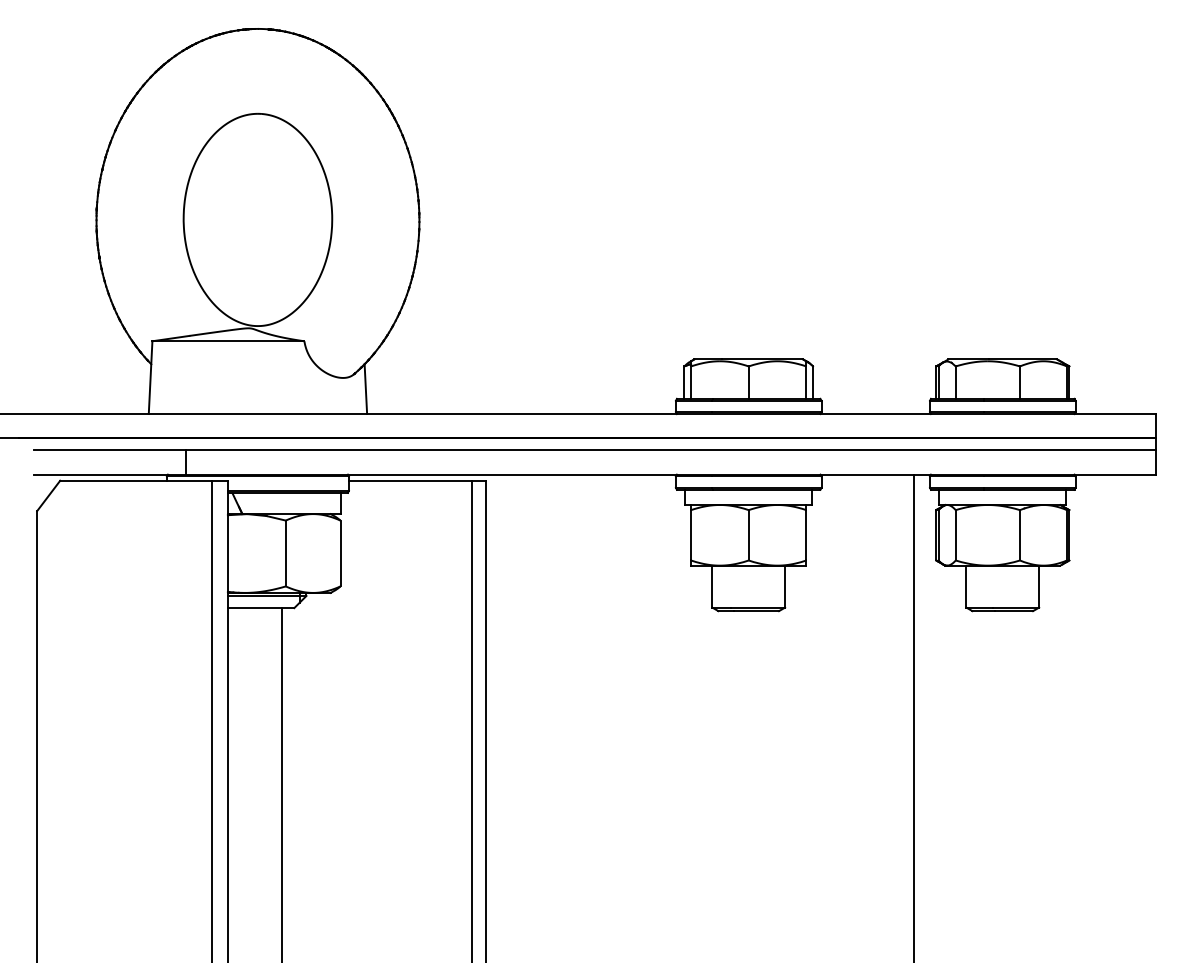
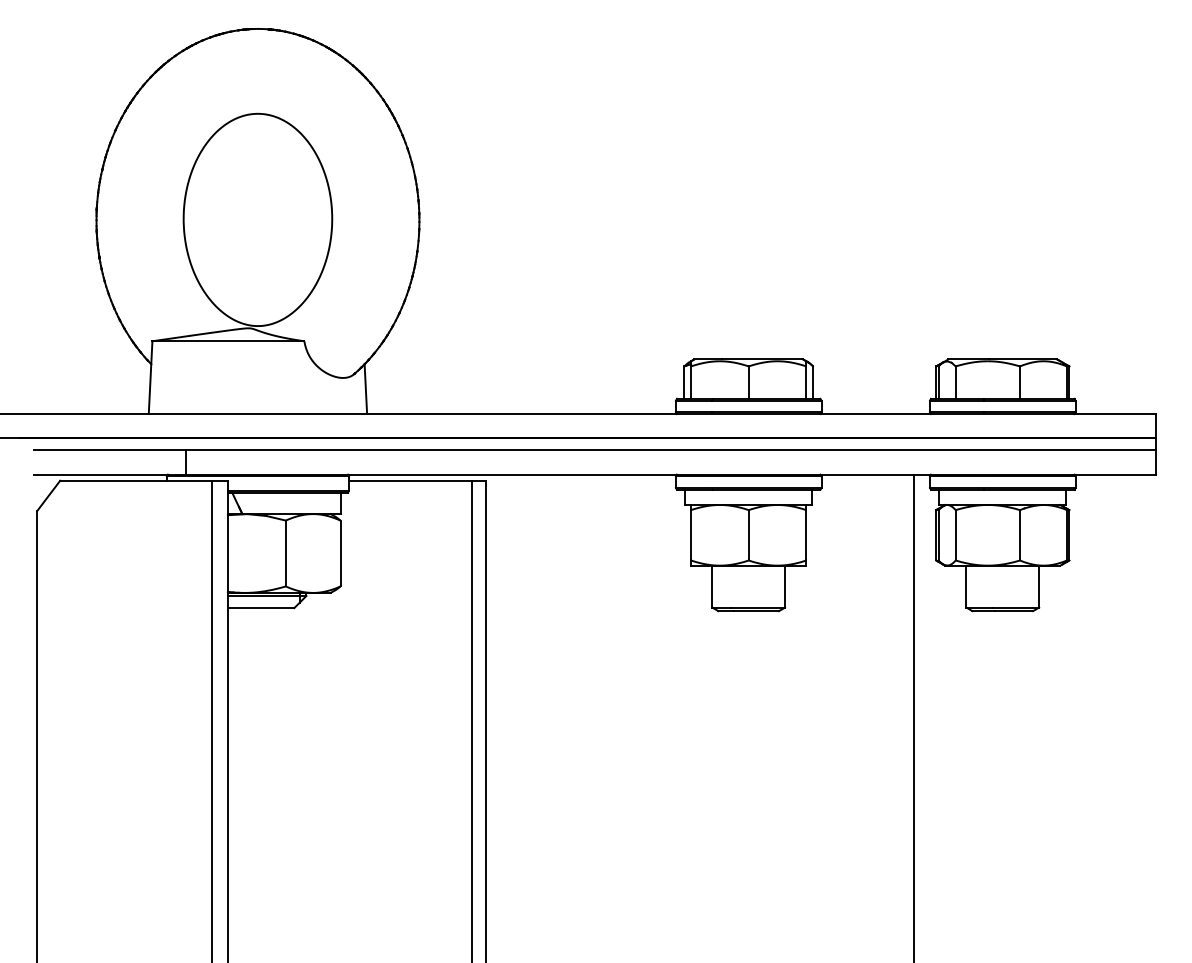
line at (282, 783): present -> none
